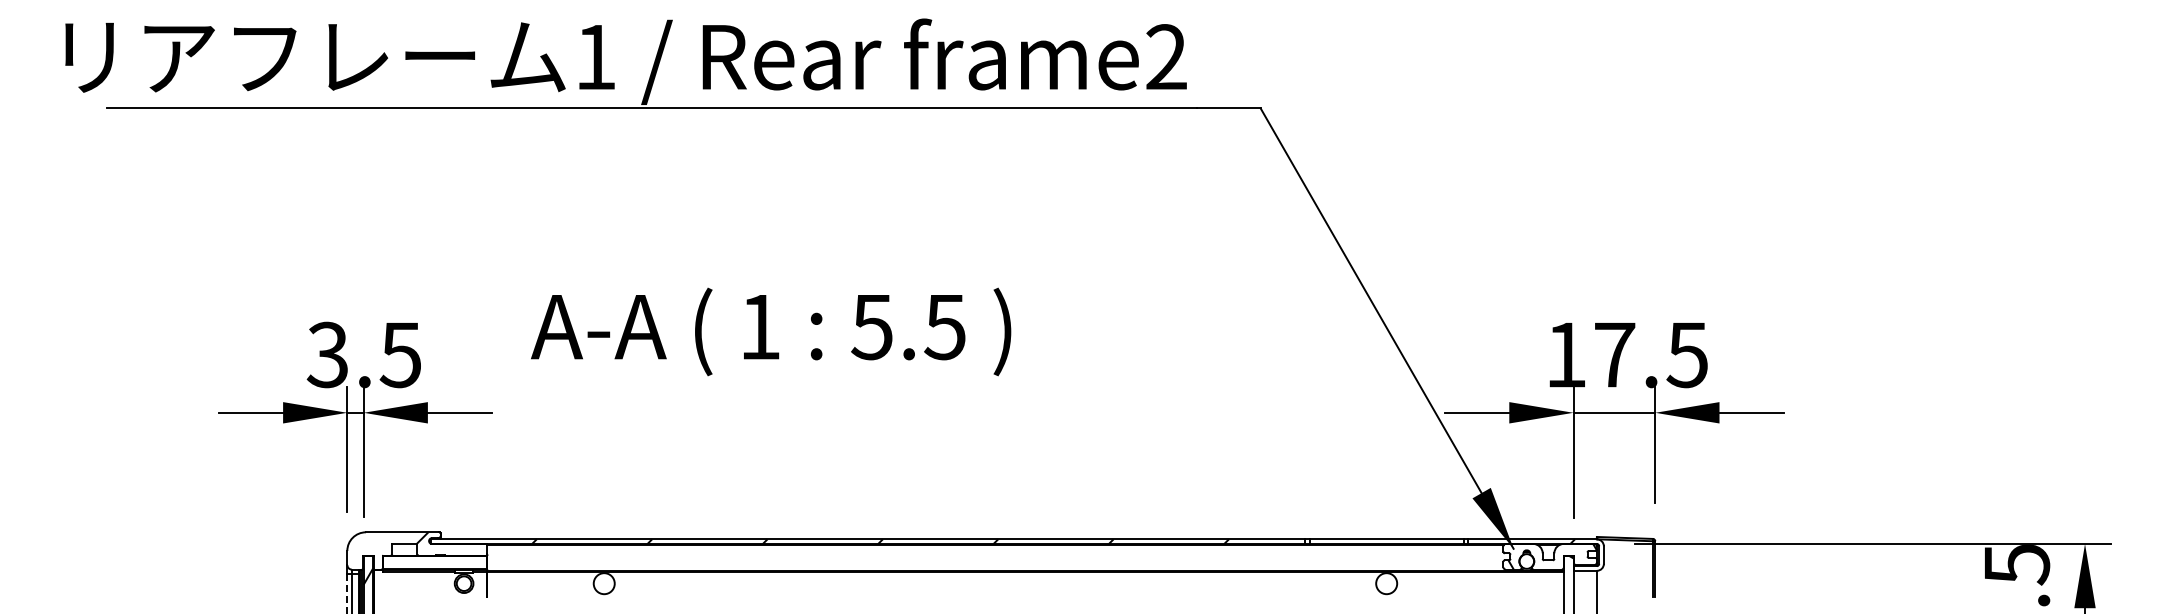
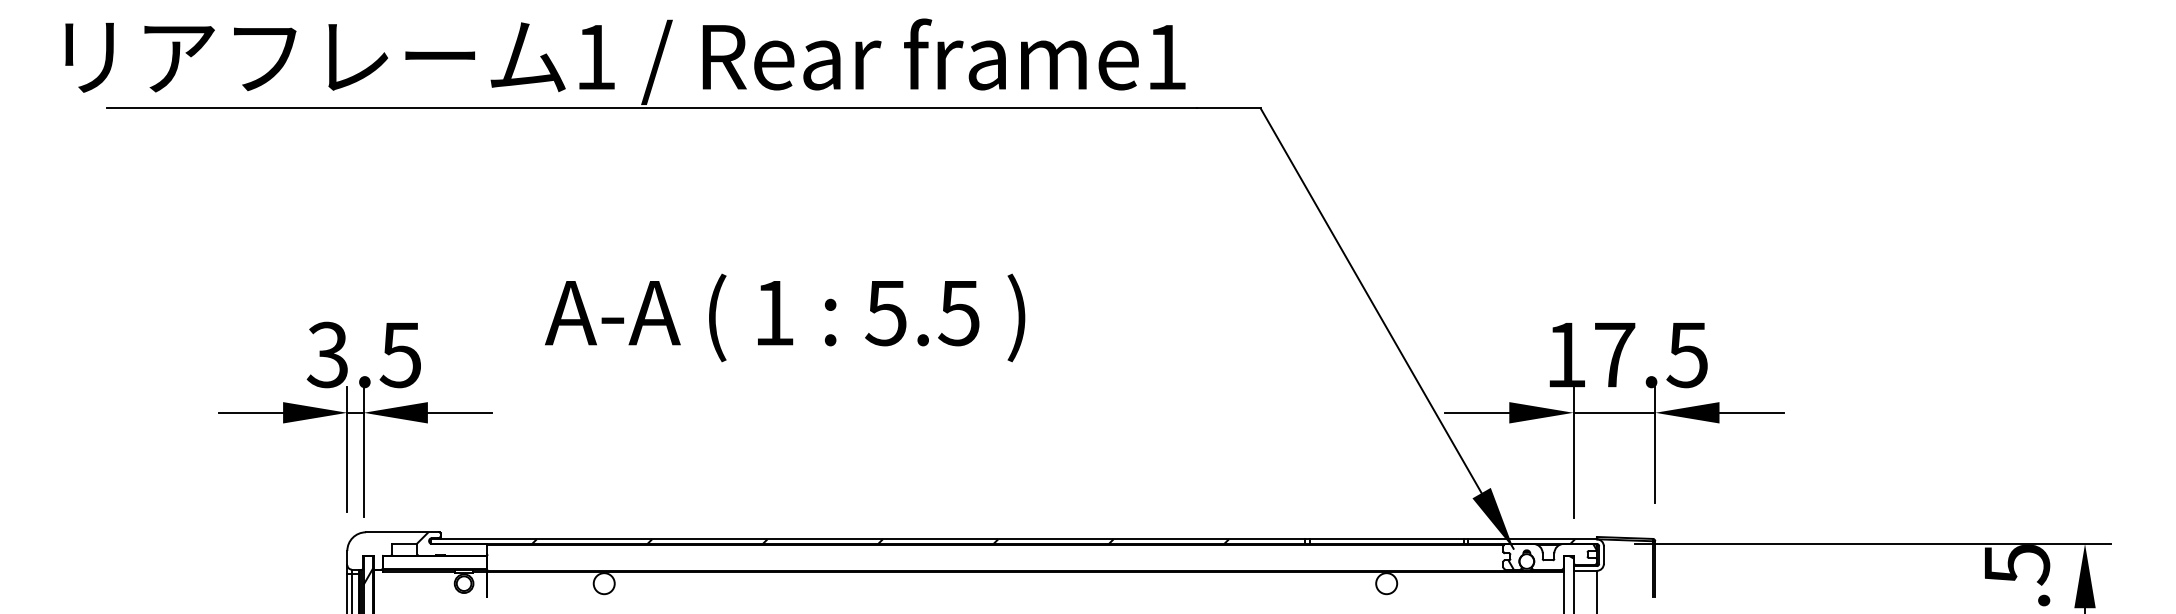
text at (1166, 56): frame2 -> frame1
text at (771, 331) position: (771, 331) -> (785, 317)
line at (347, 594): dashed -> solid
